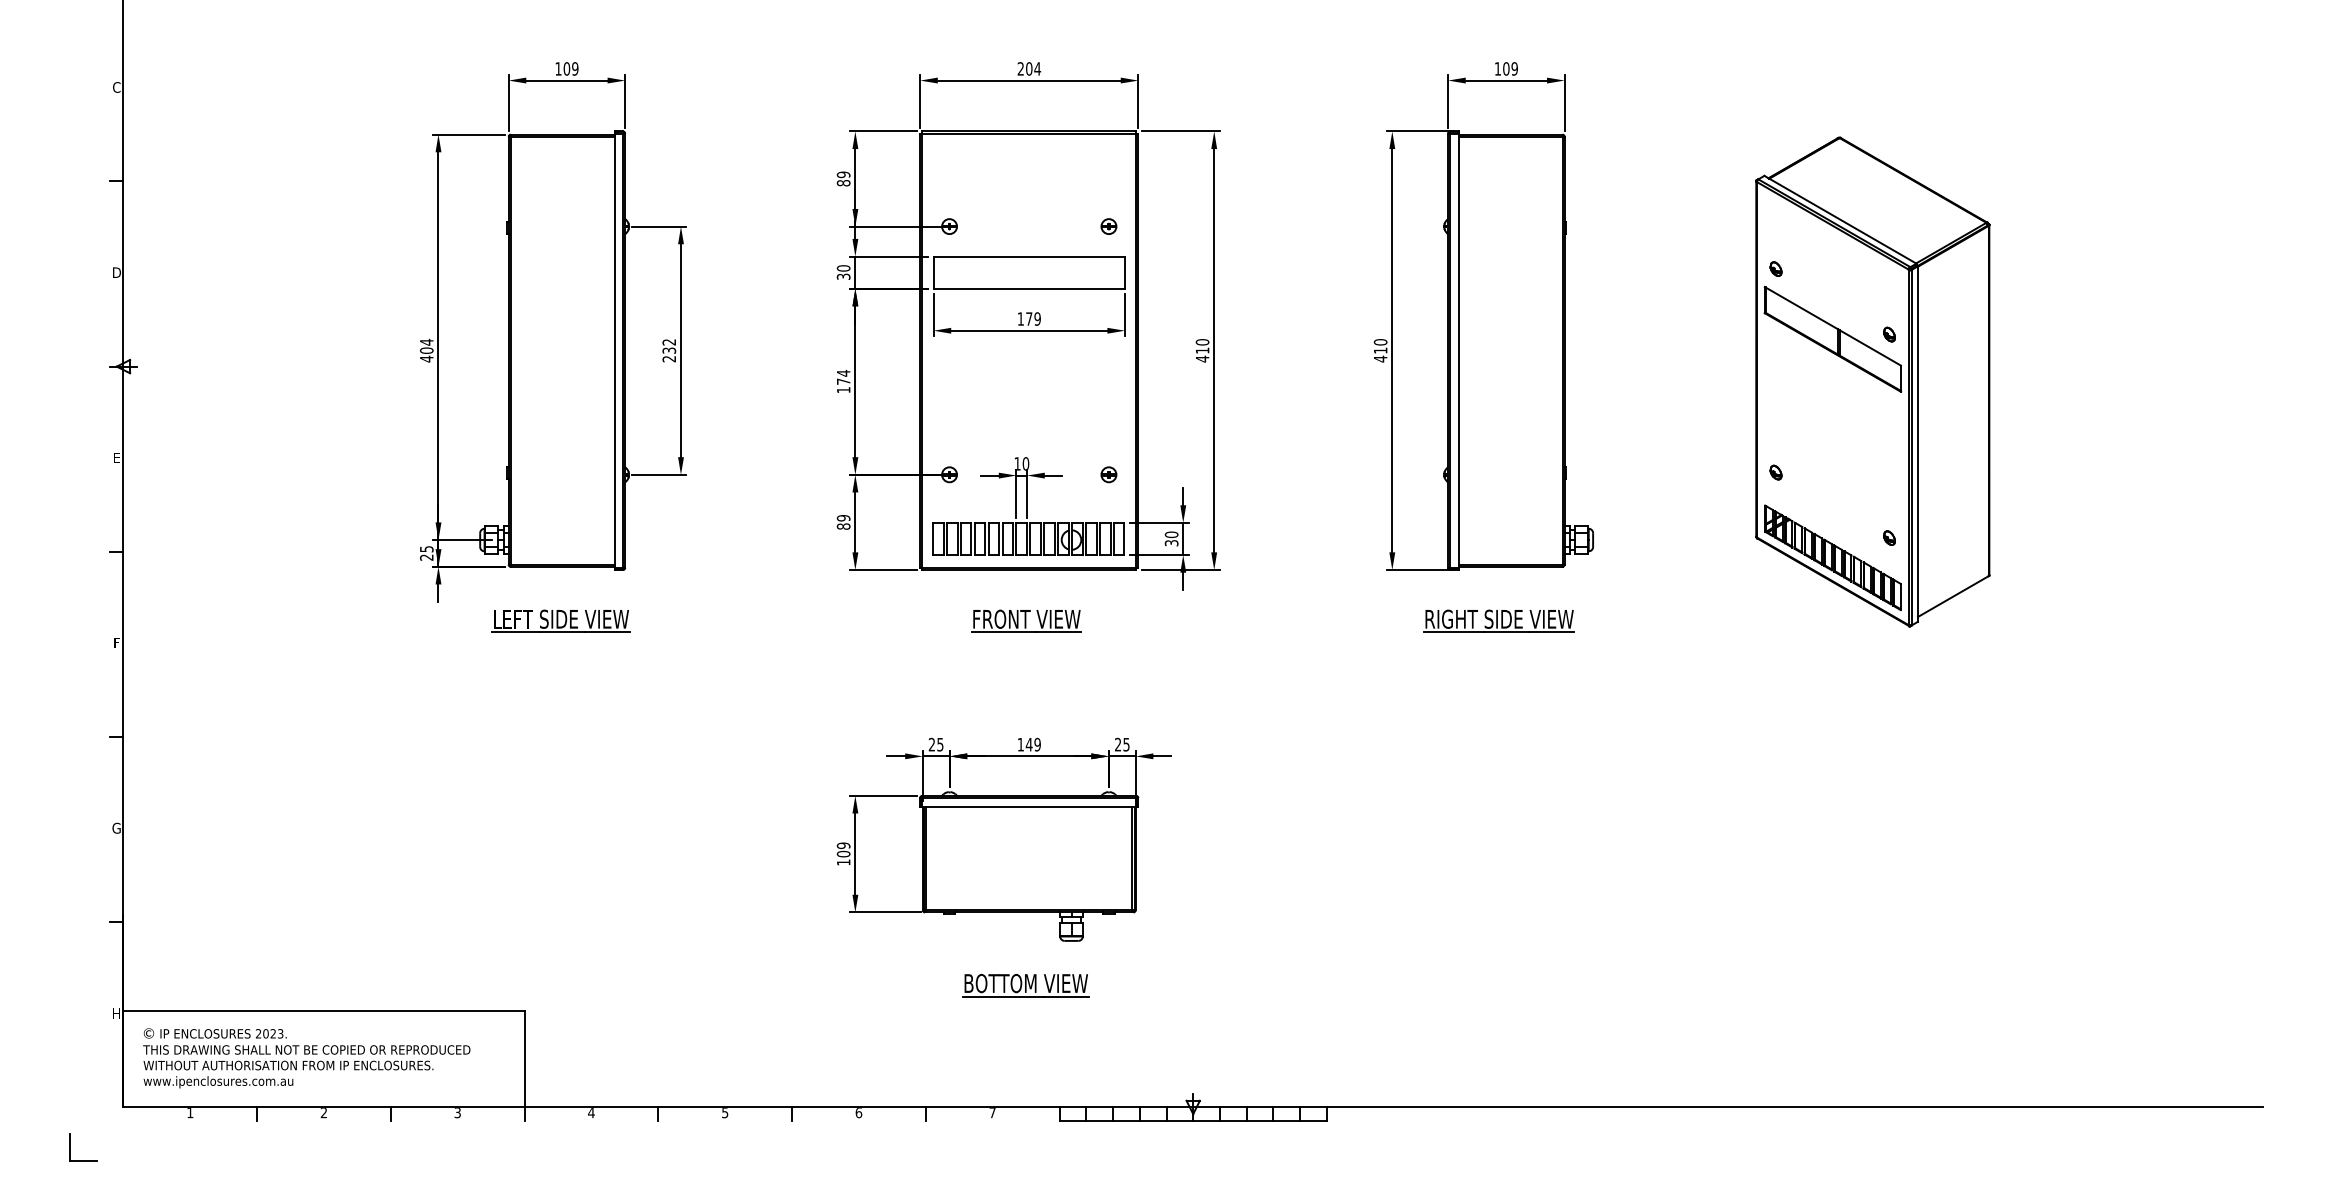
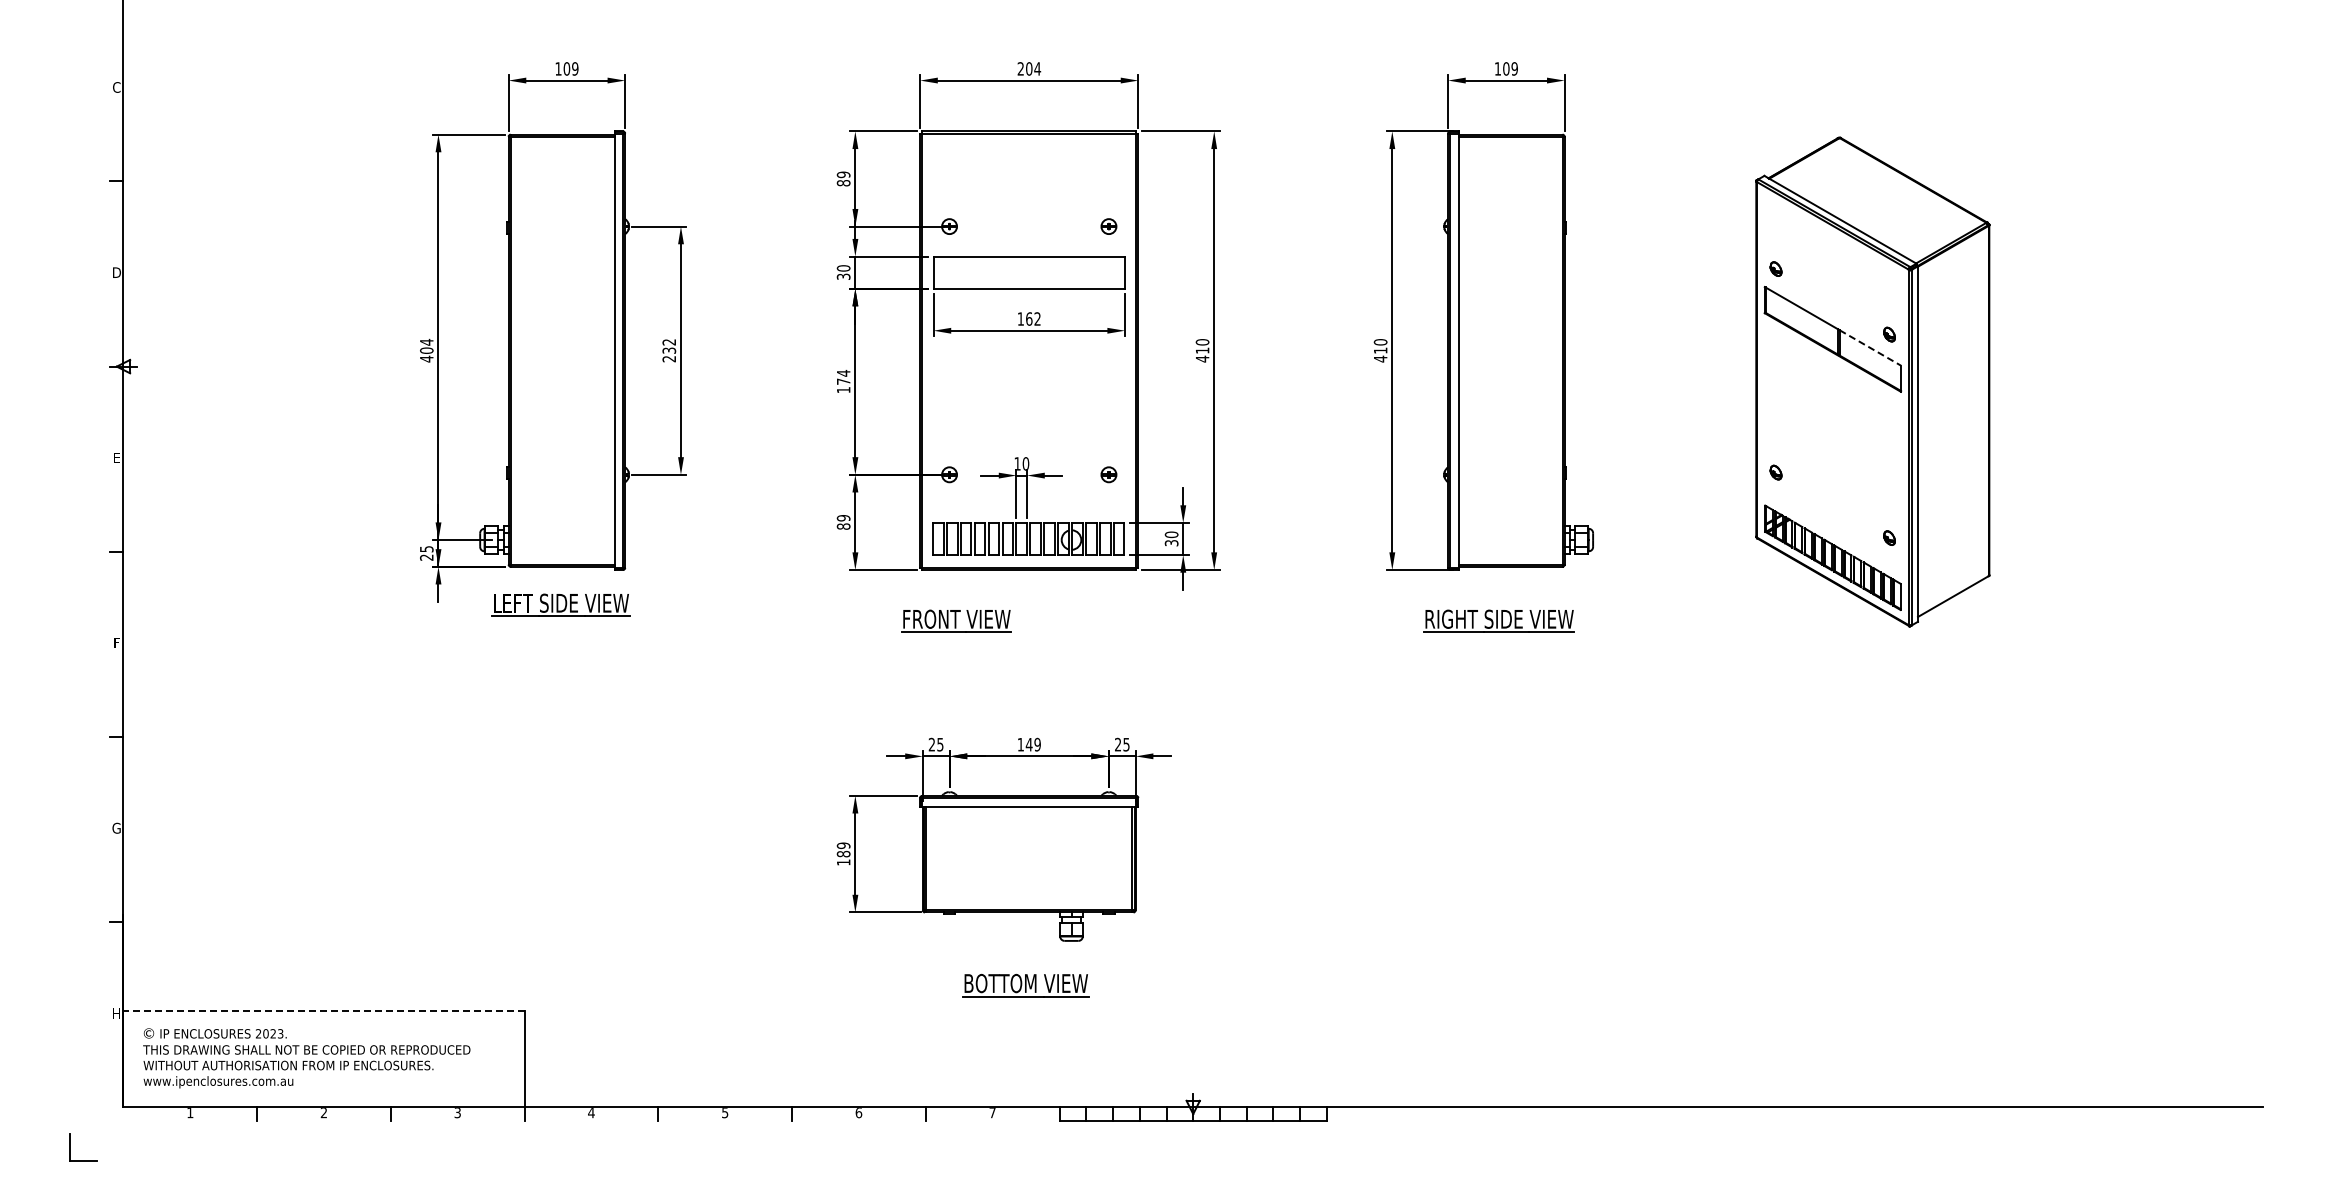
text at (1033, 318): 179 -> 162
line at (1870, 348): solid -> dashed
part at (560, 620) position: (560, 620) -> (560, 604)
part at (1026, 620) position: (1026, 620) -> (956, 620)
text at (843, 853): 109 -> 189
line at (324, 1011): solid -> dashed
